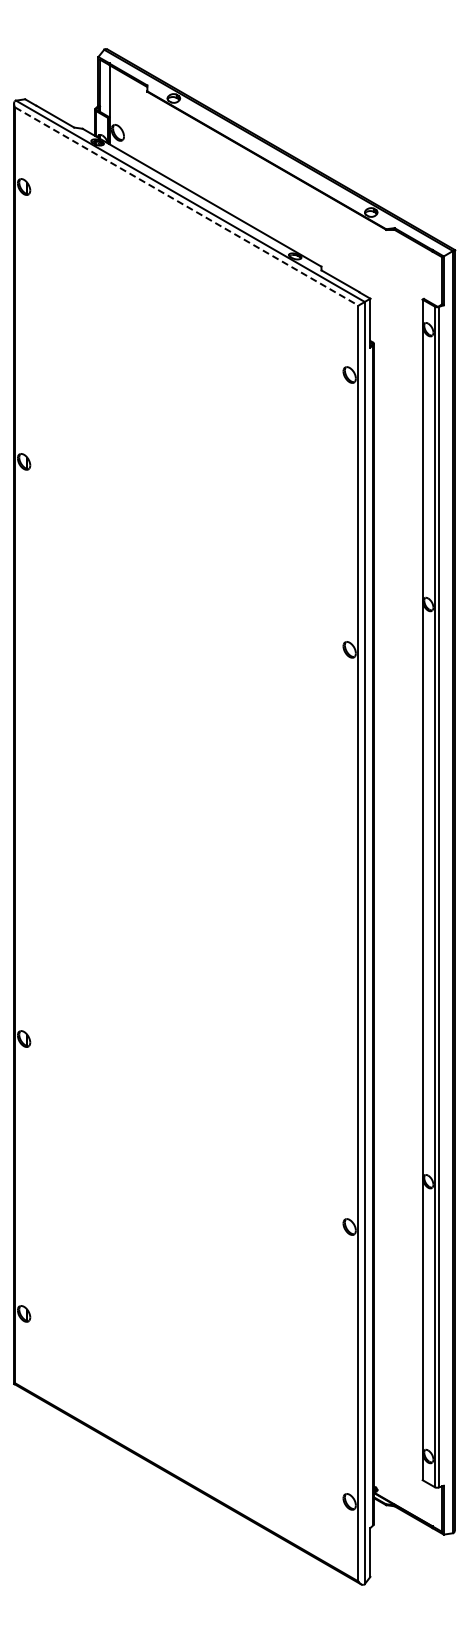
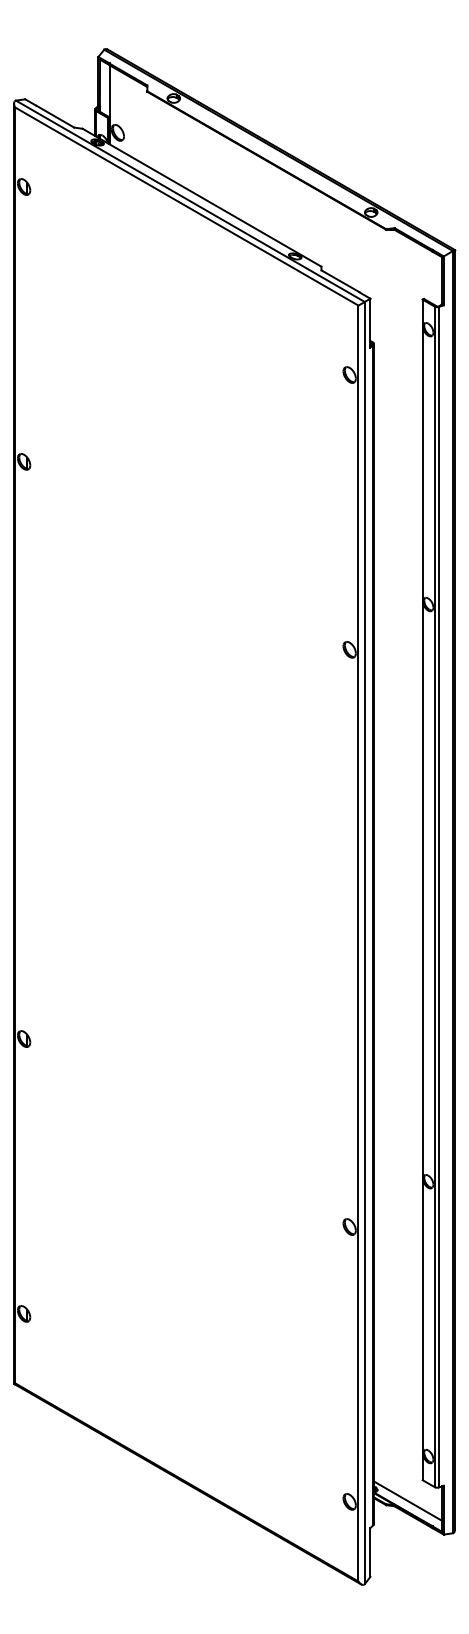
line at (187, 206): dashed -> solid
line at (407, 1500): none -> present
